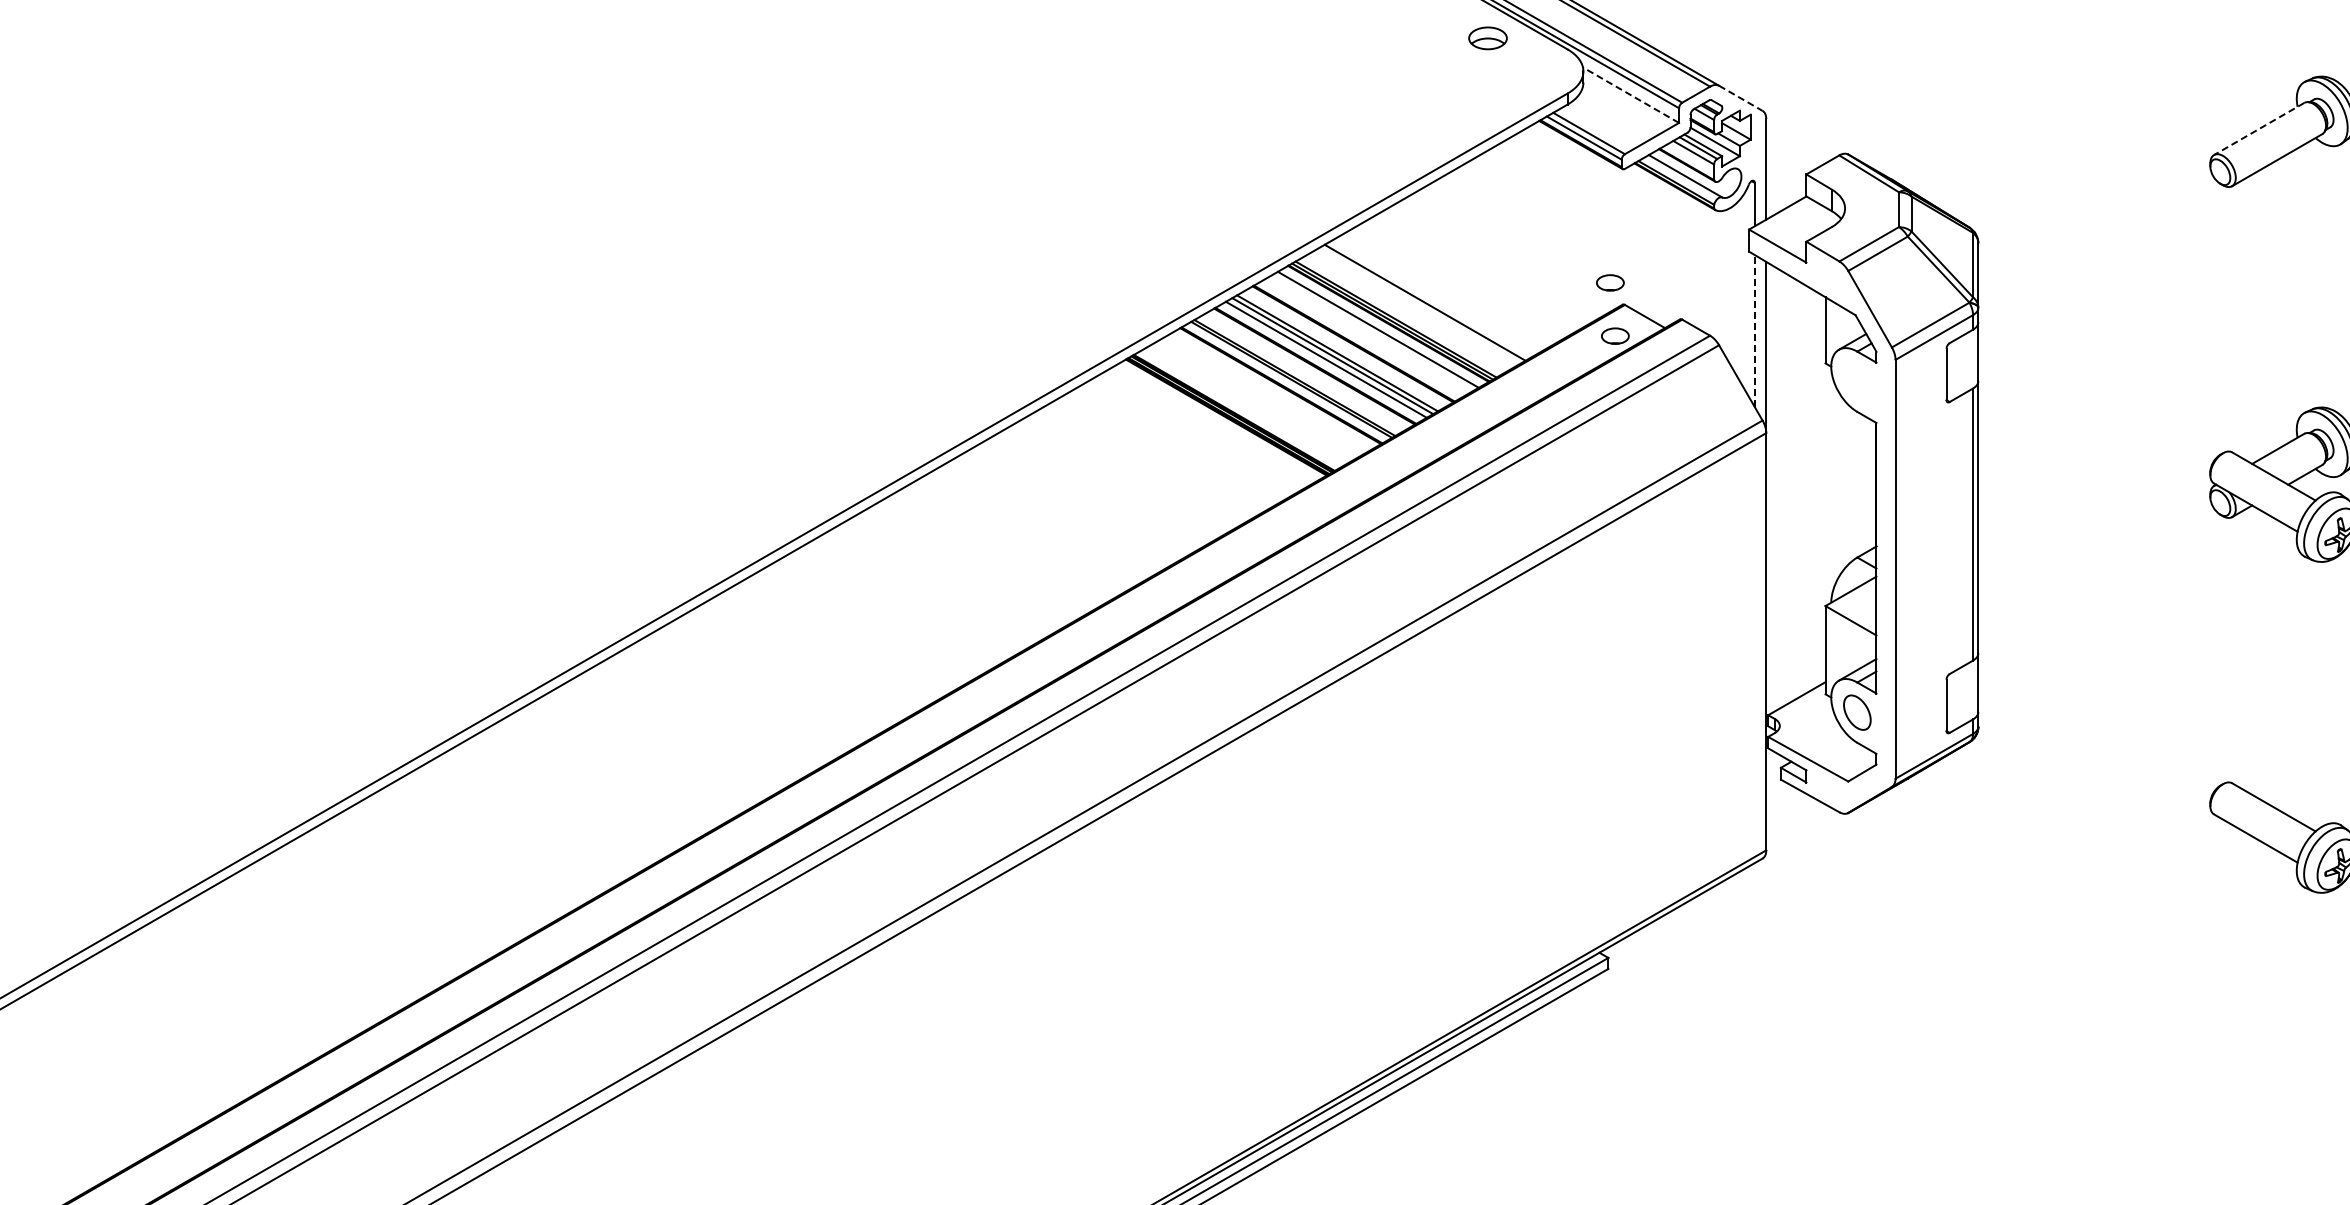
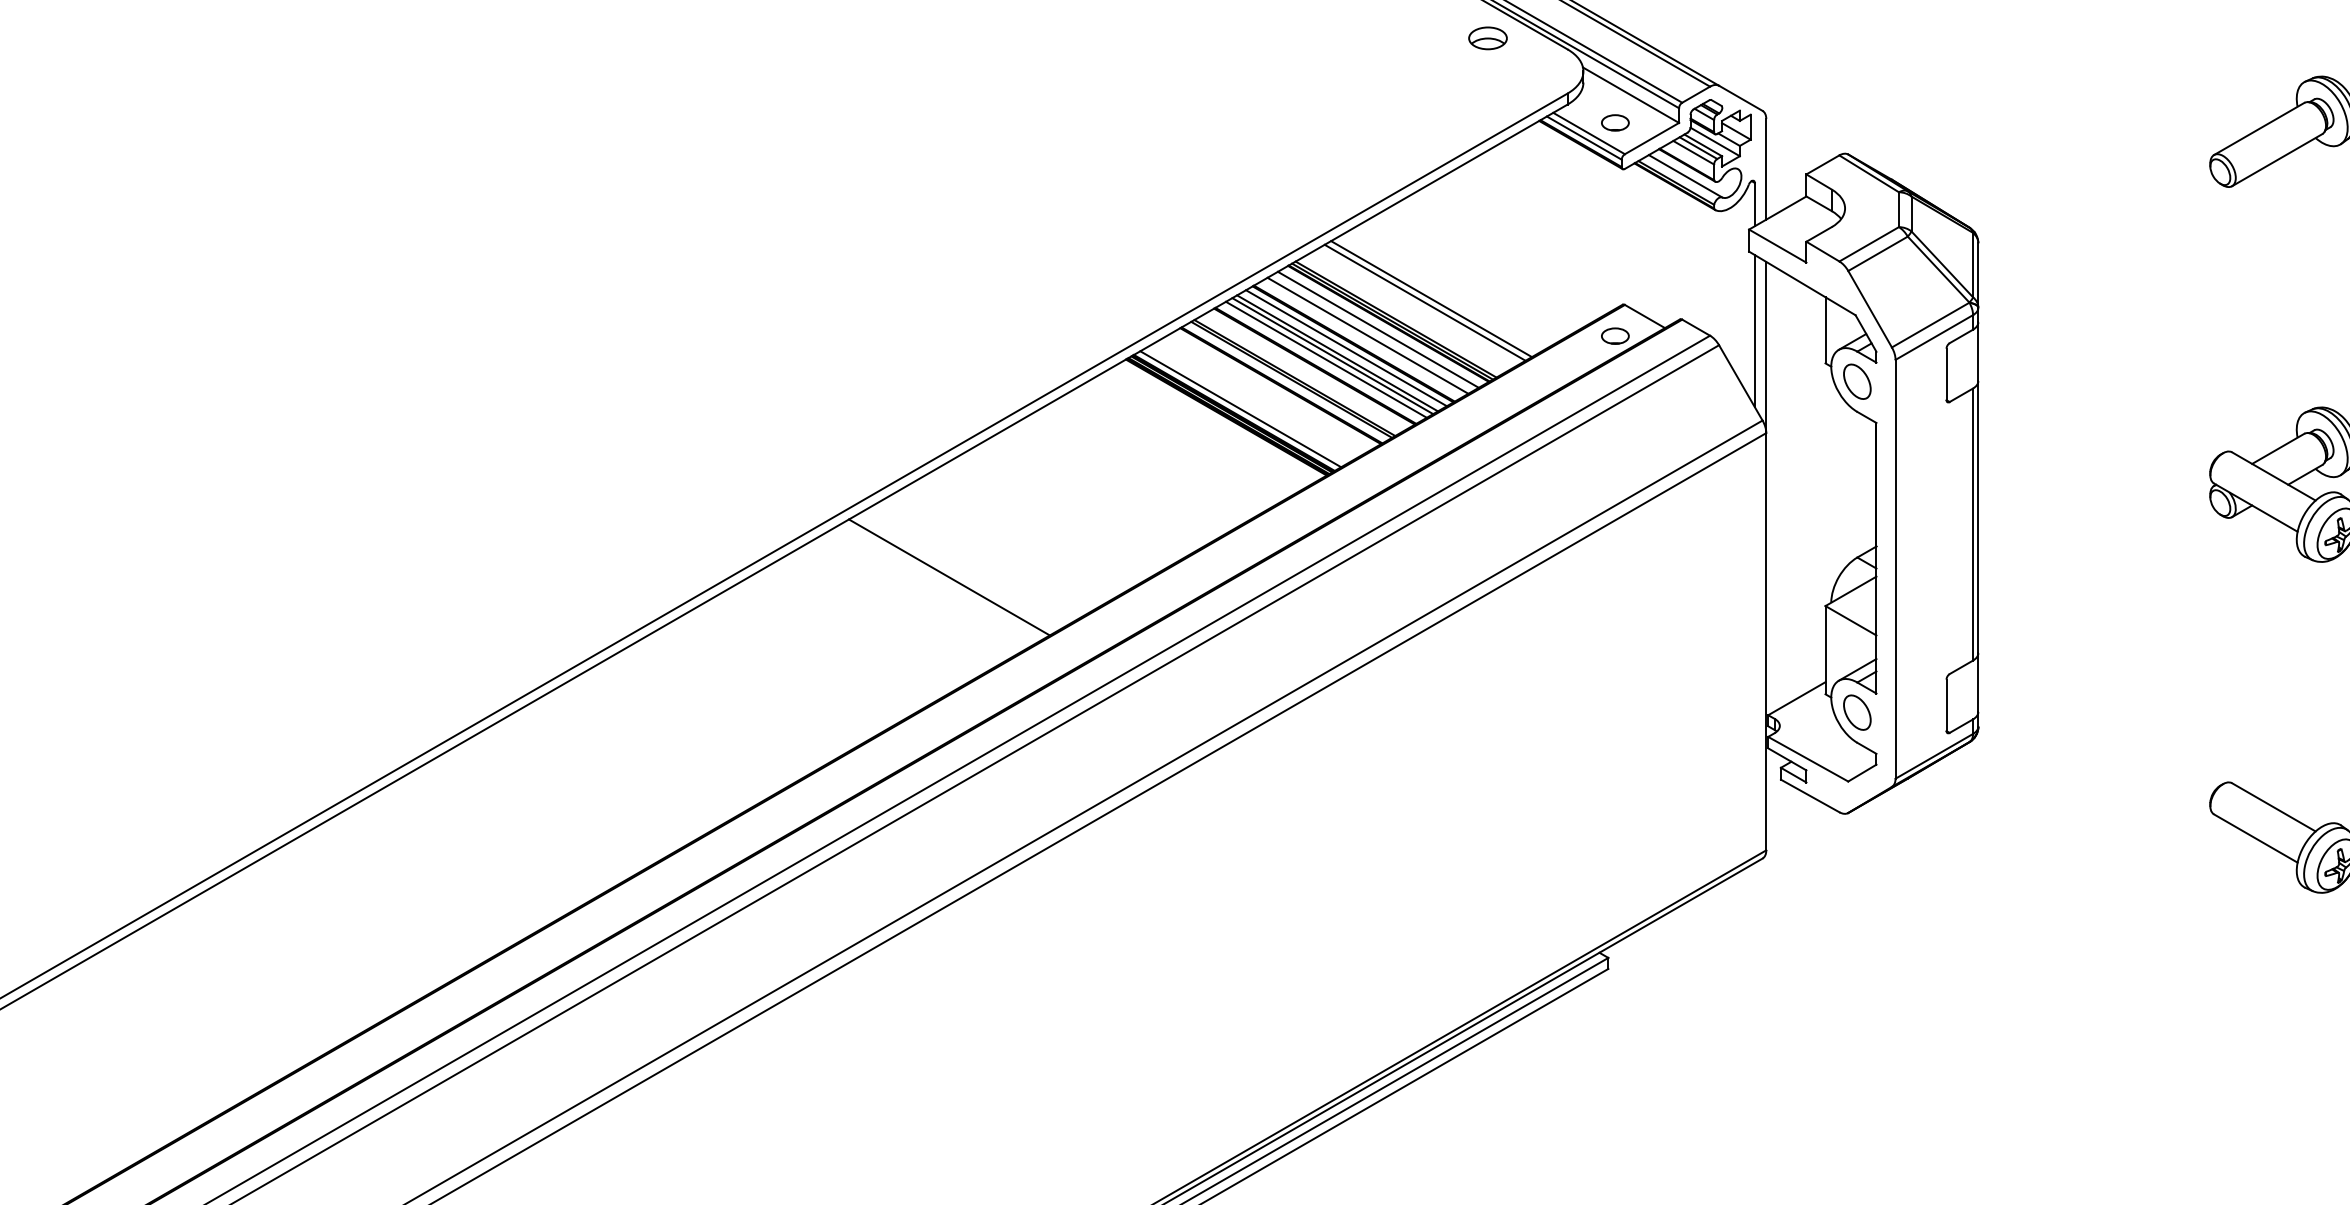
line at (1630, 94): dashed -> solid
line at (1741, 98): dashed -> solid
line at (2258, 129): dashed -> solid
part at (1610, 282) position: (1610, 282) -> (1615, 122)
line at (1431, 299): none -> present
line at (1754, 330): dashed -> solid
line at (1367, 335): none -> present
line at (1346, 348): none -> present
part at (1857, 381): none -> present
line at (1240, 409): none -> present
line at (949, 577): none -> present
